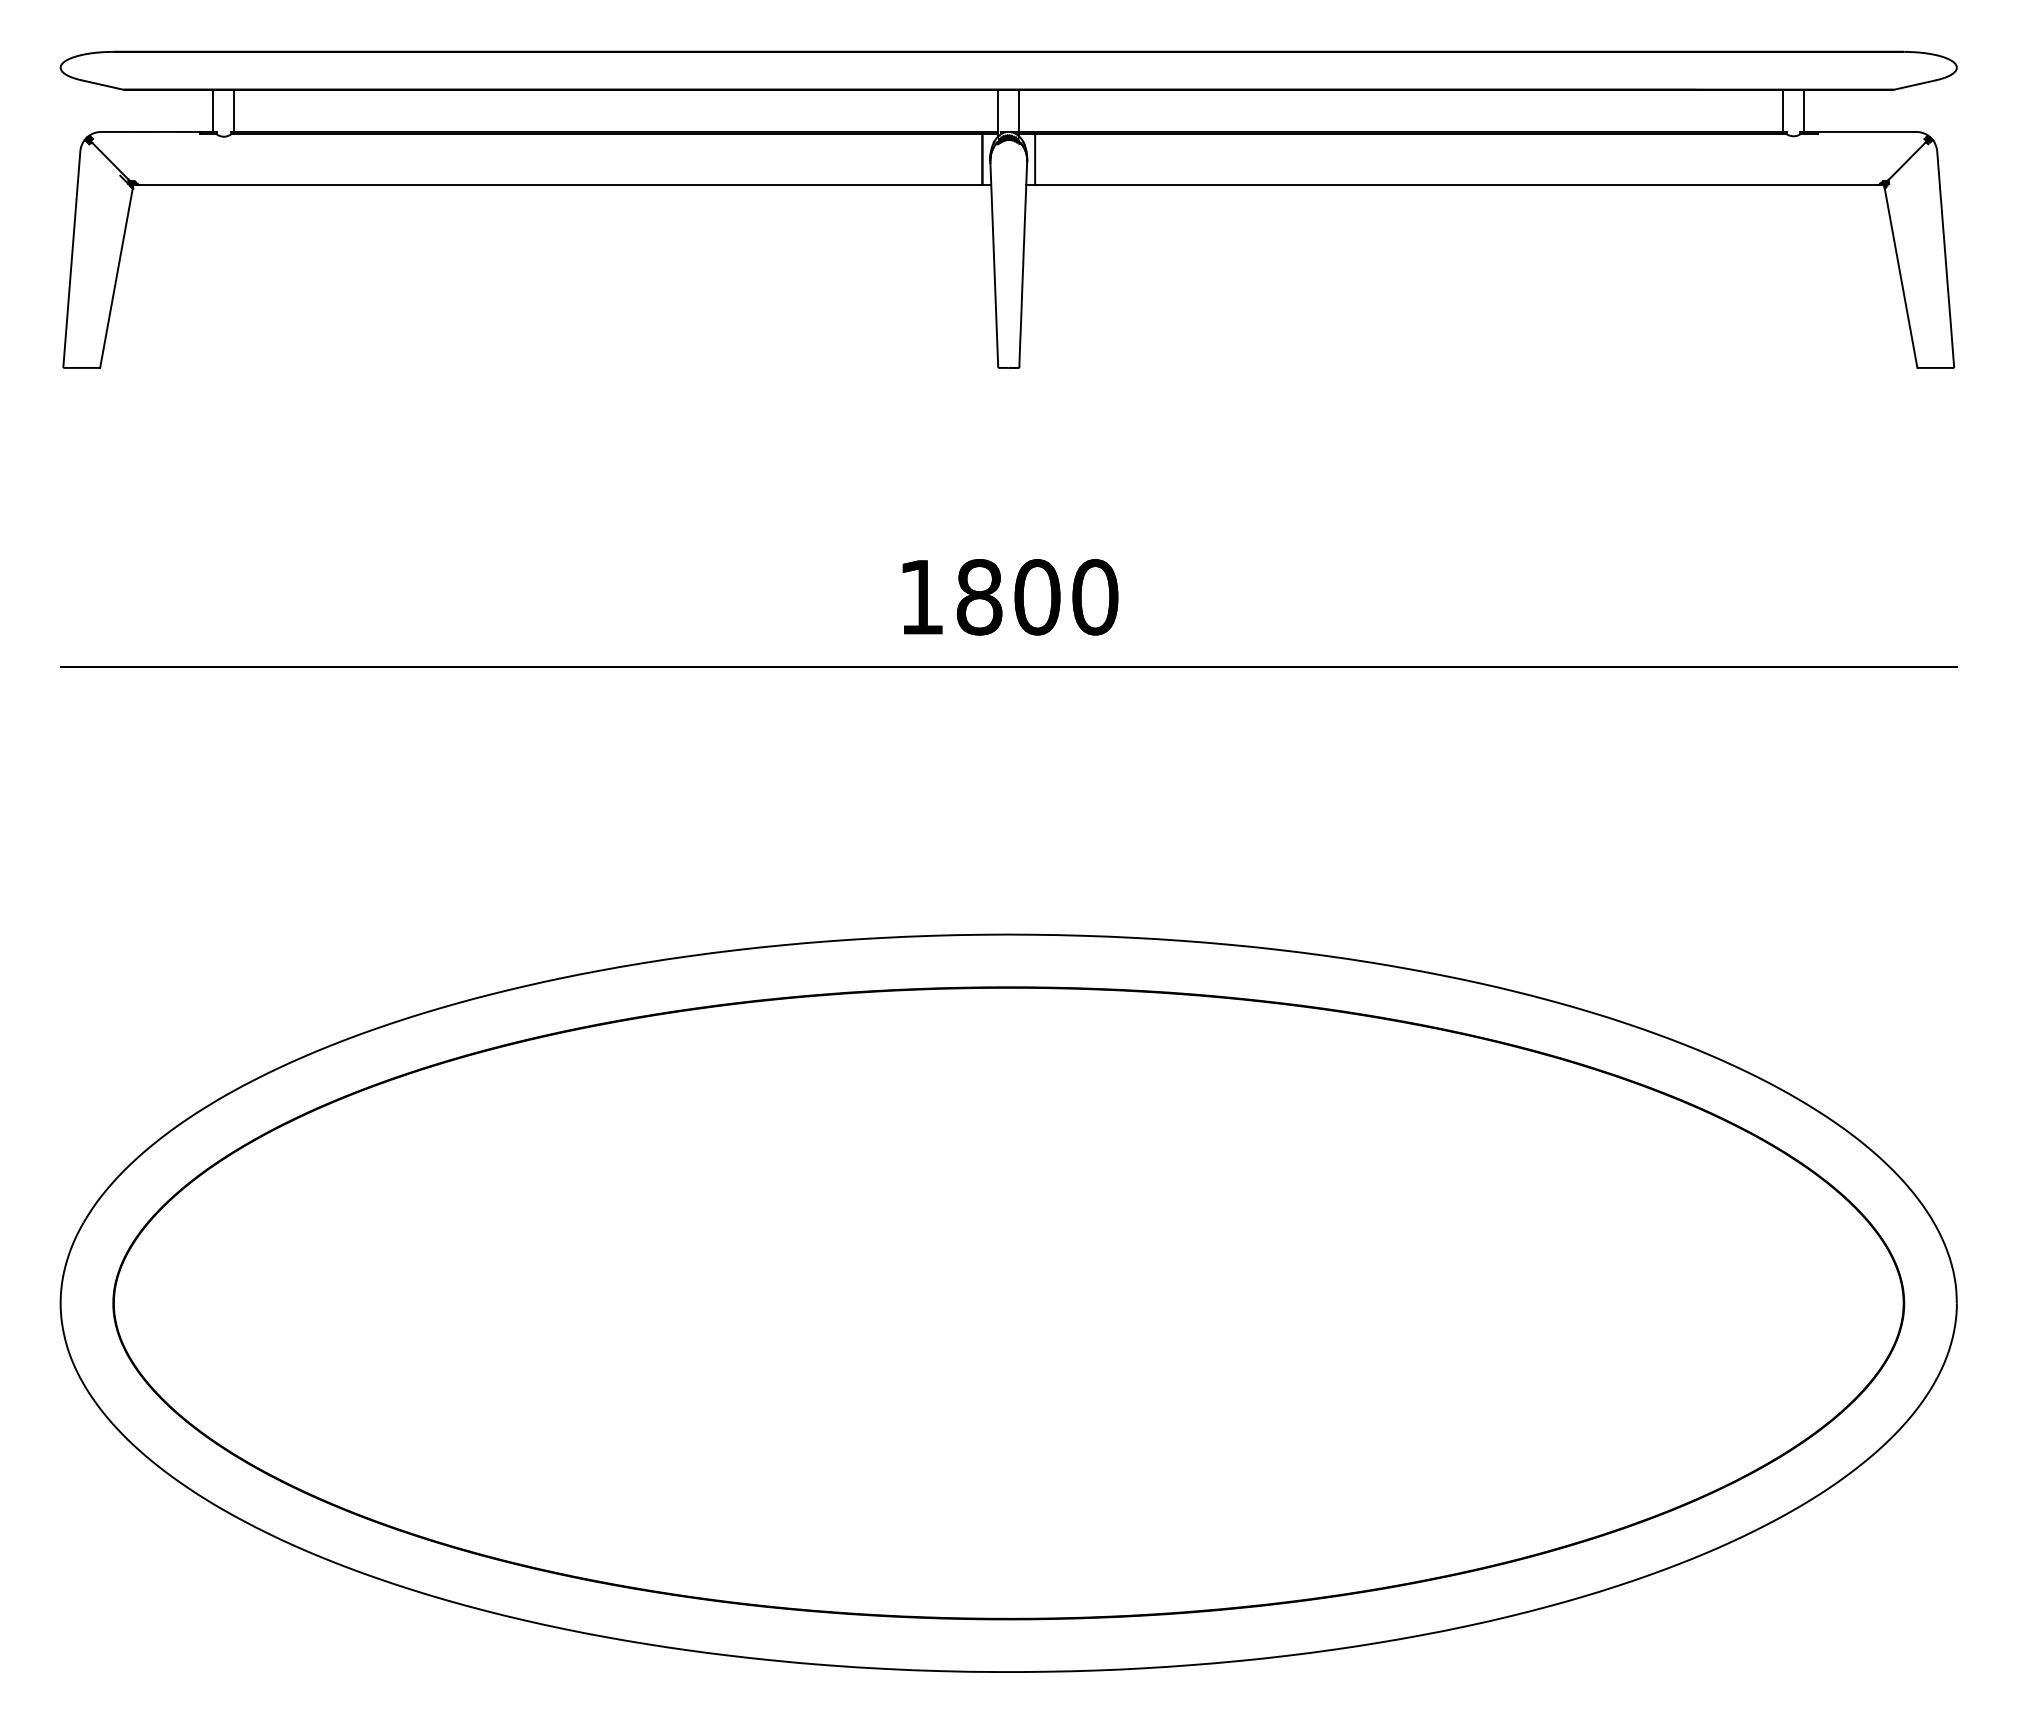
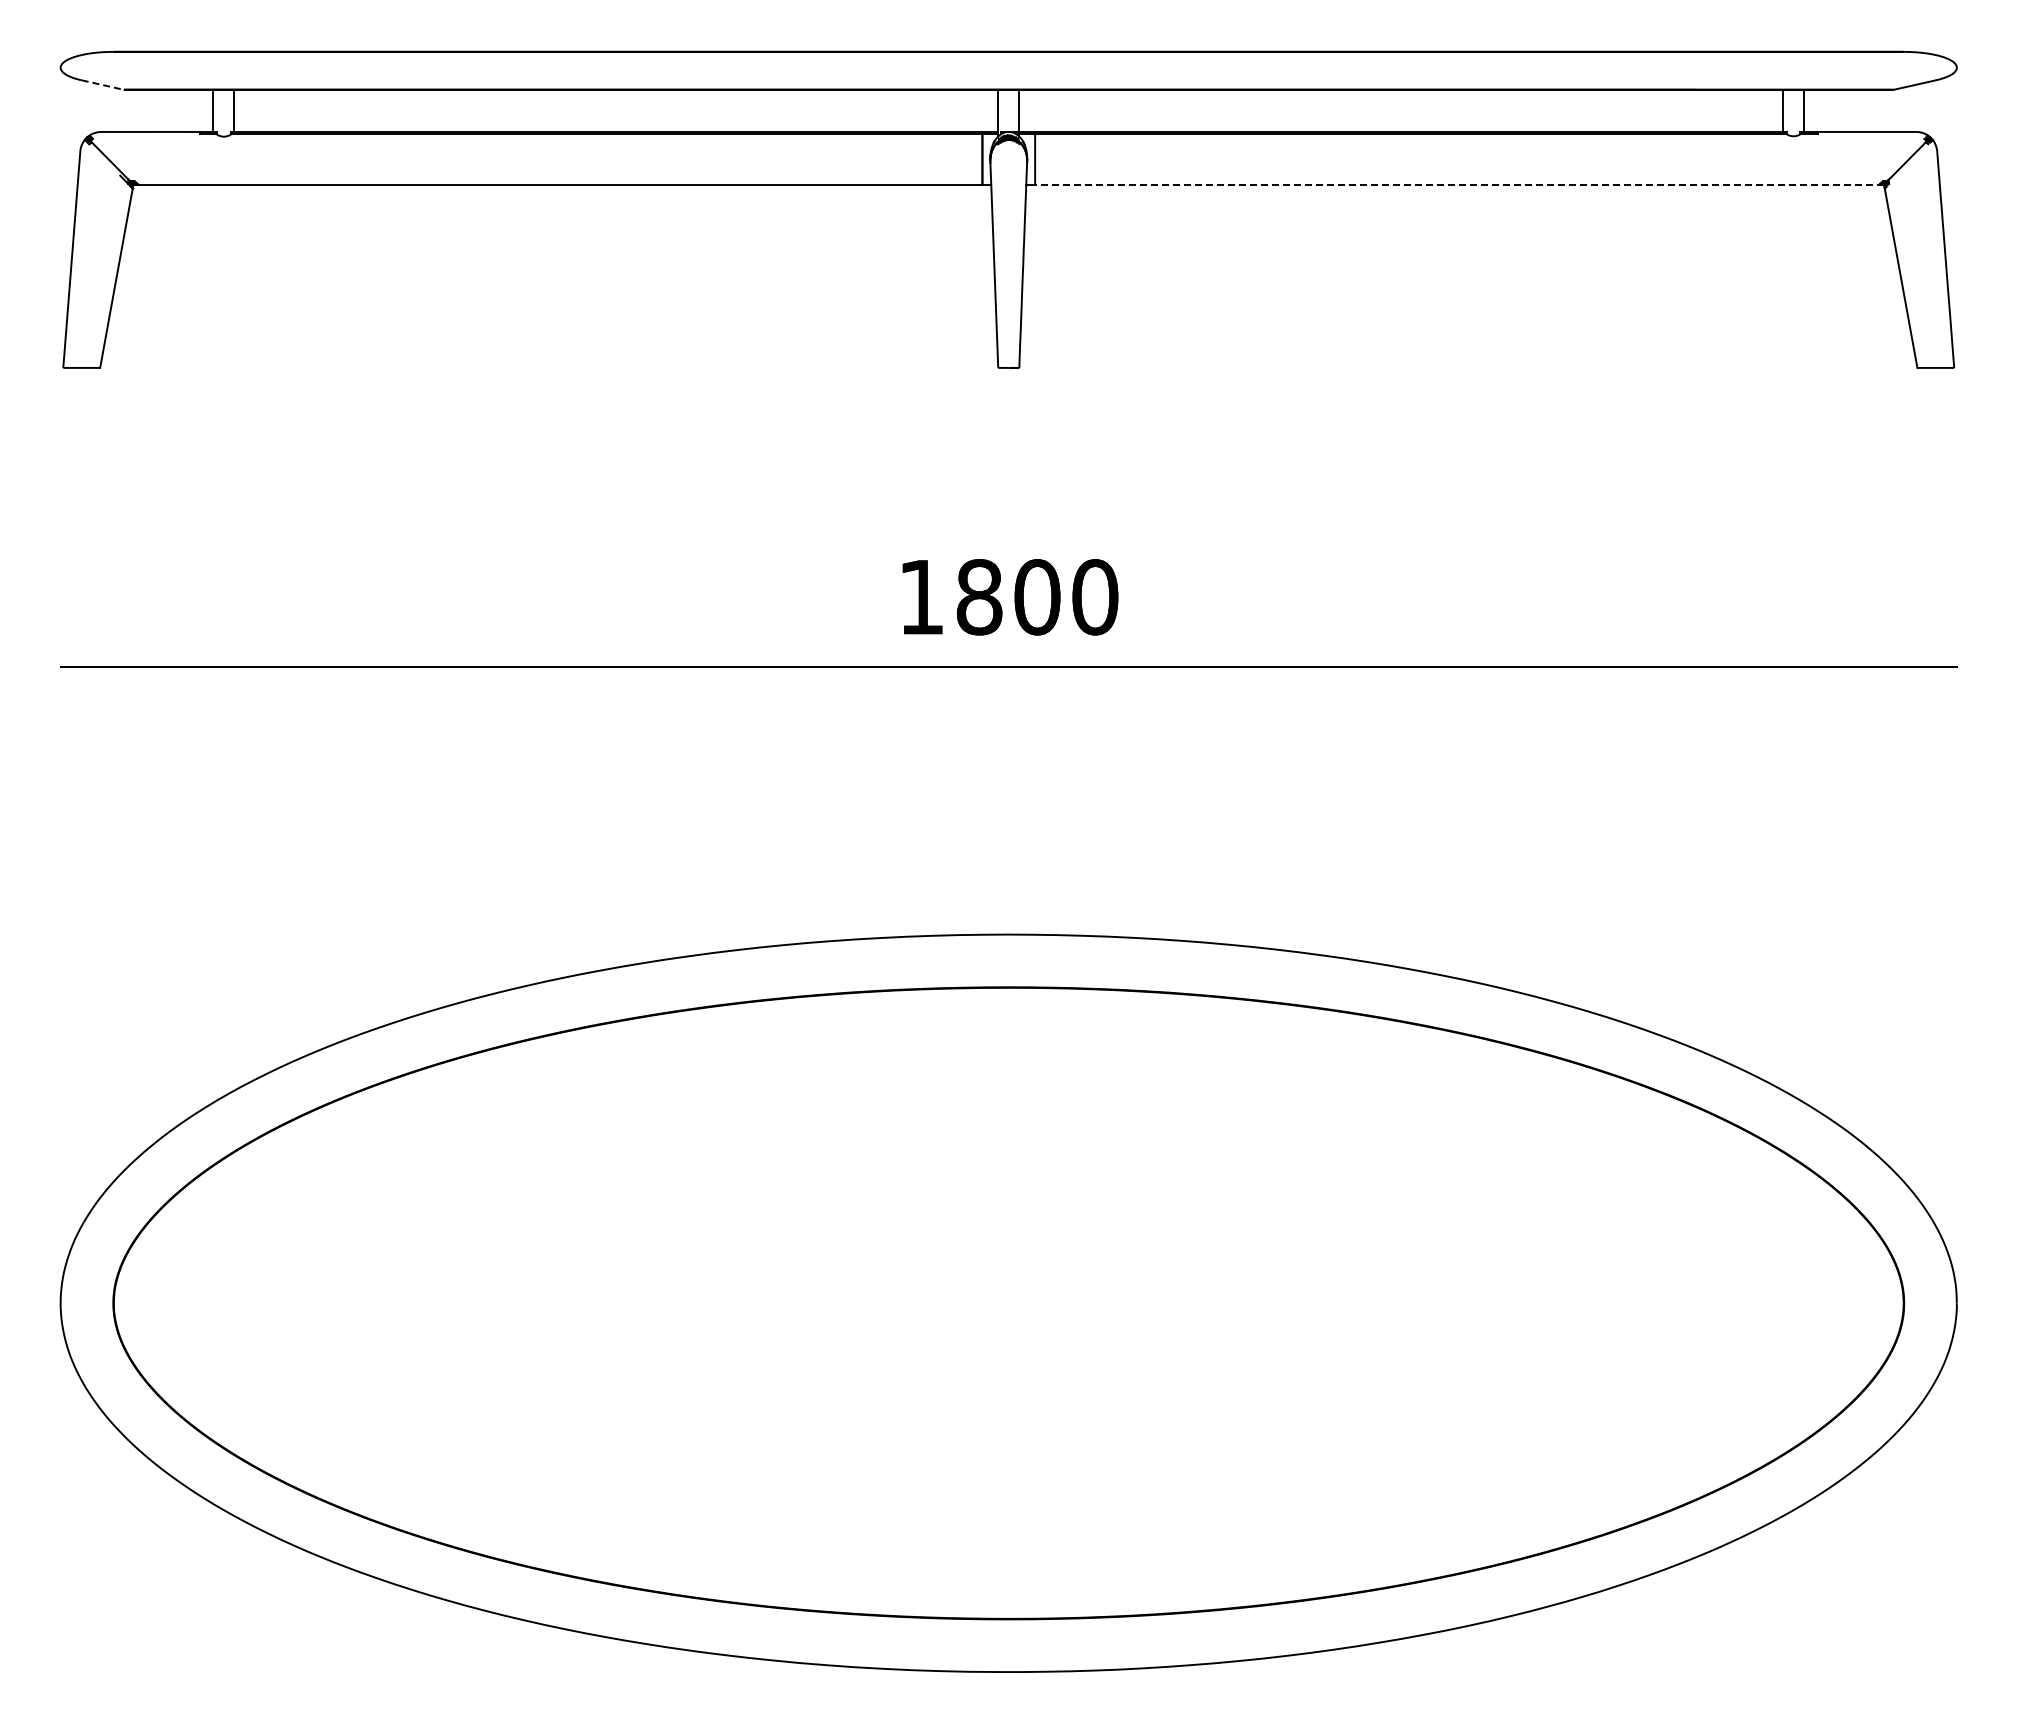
line at (102, 85): solid -> dashed
line at (1459, 184): solid -> dashed
